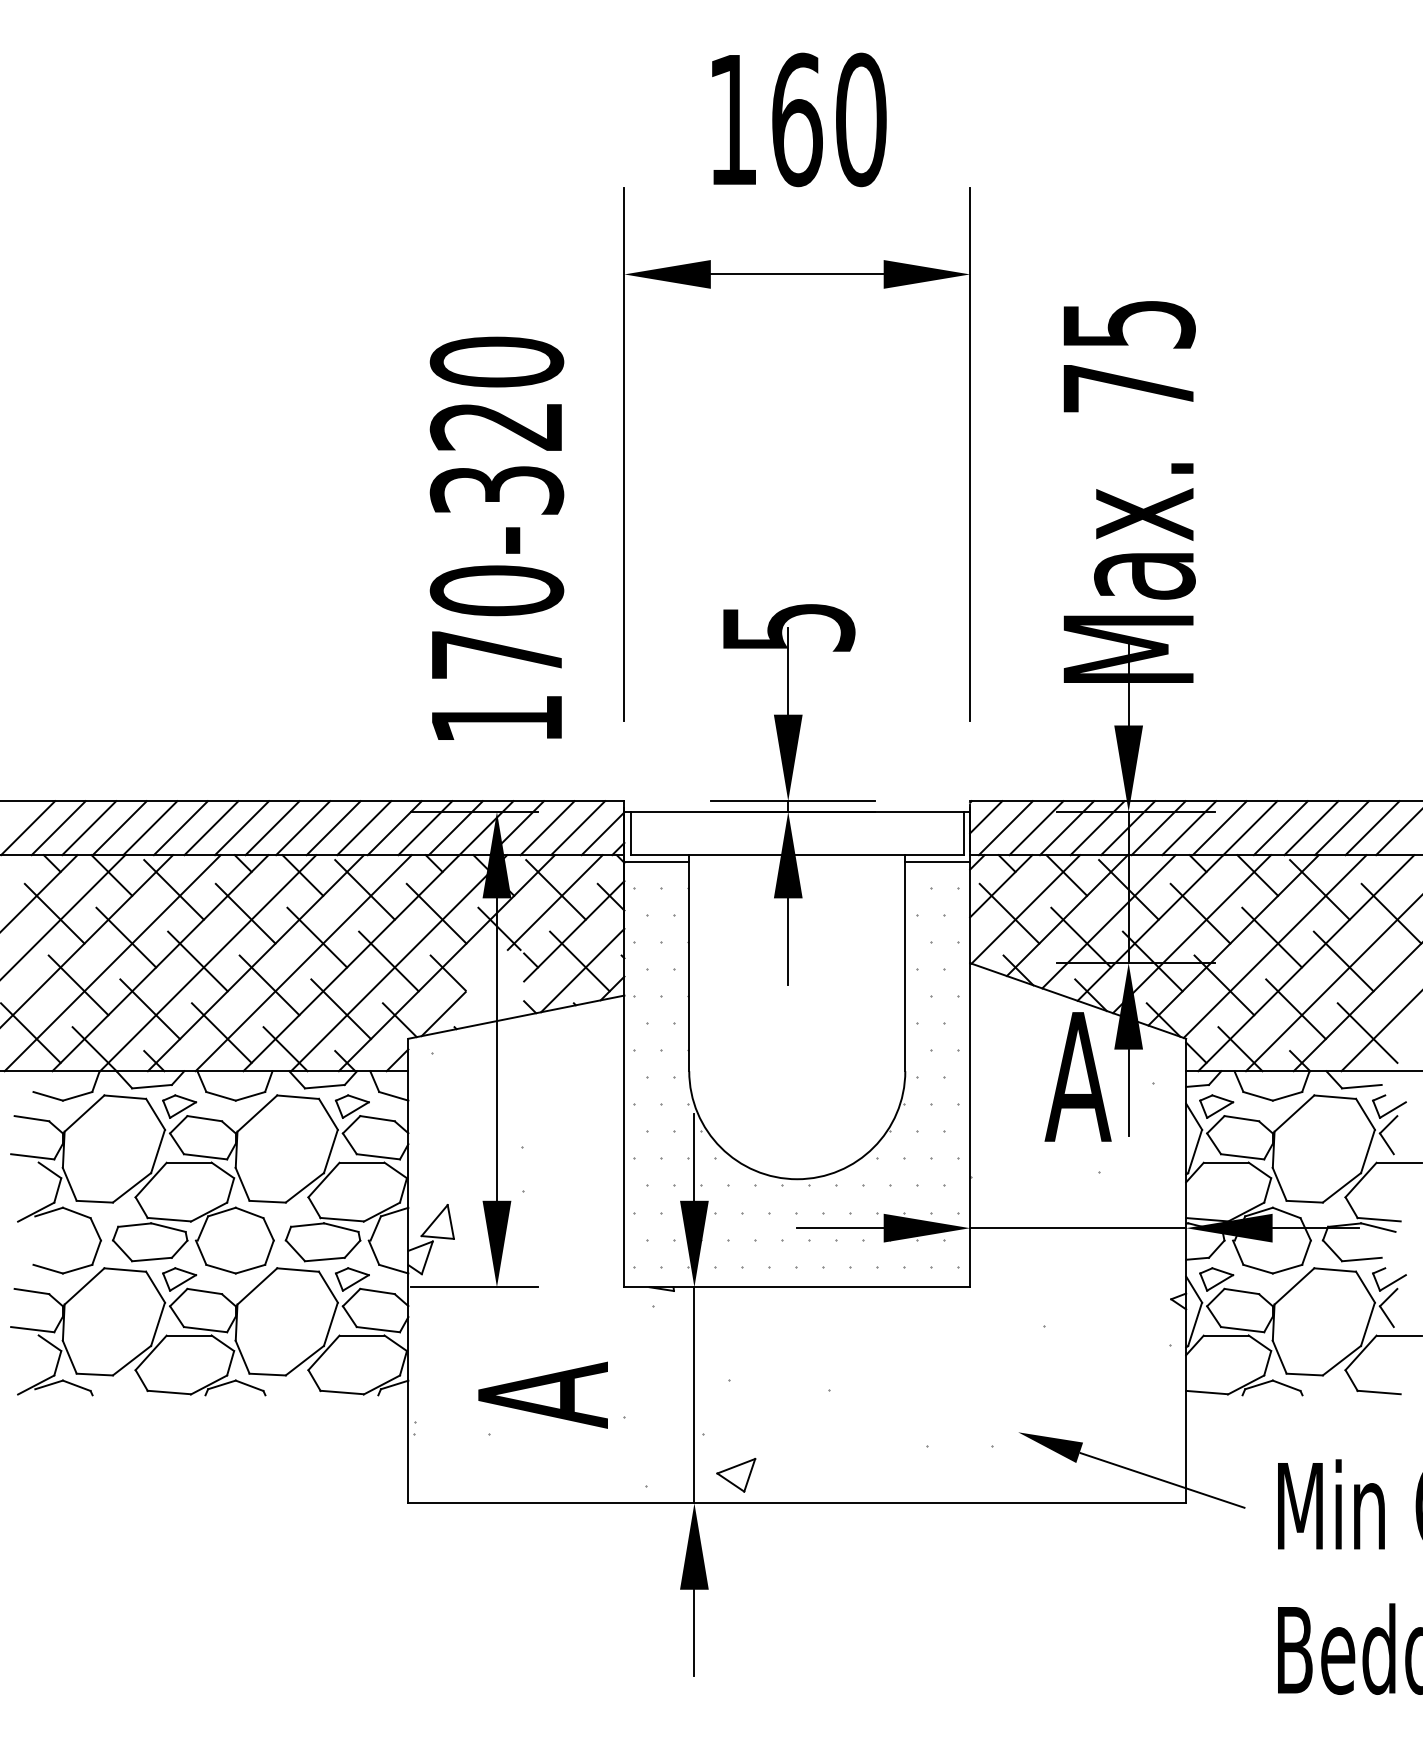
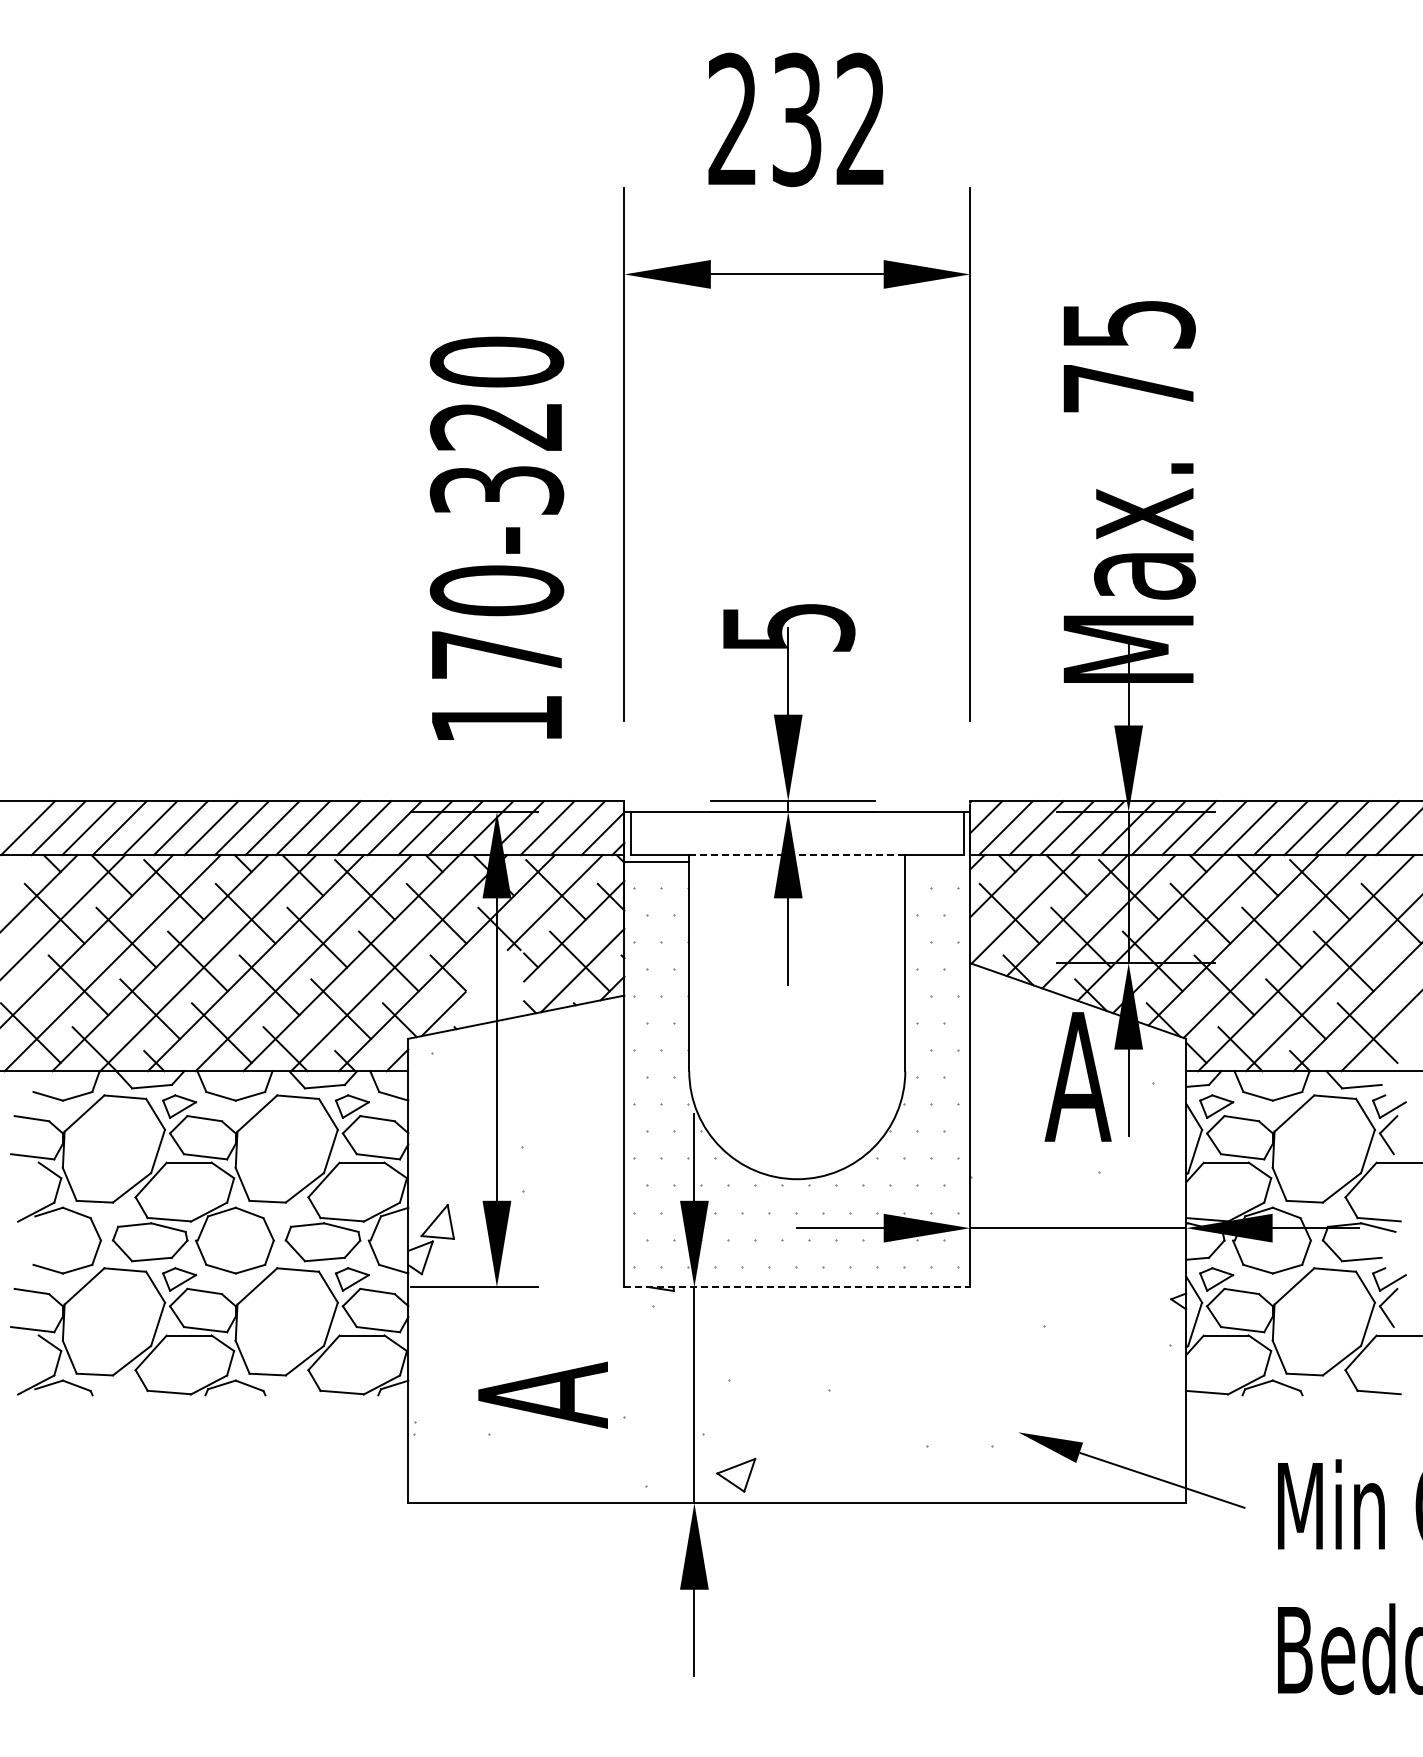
text at (797, 119): 160 -> 232
line at (797, 855): solid -> dashed
line at (937, 861): present -> none
line at (797, 1287): solid -> dashed
